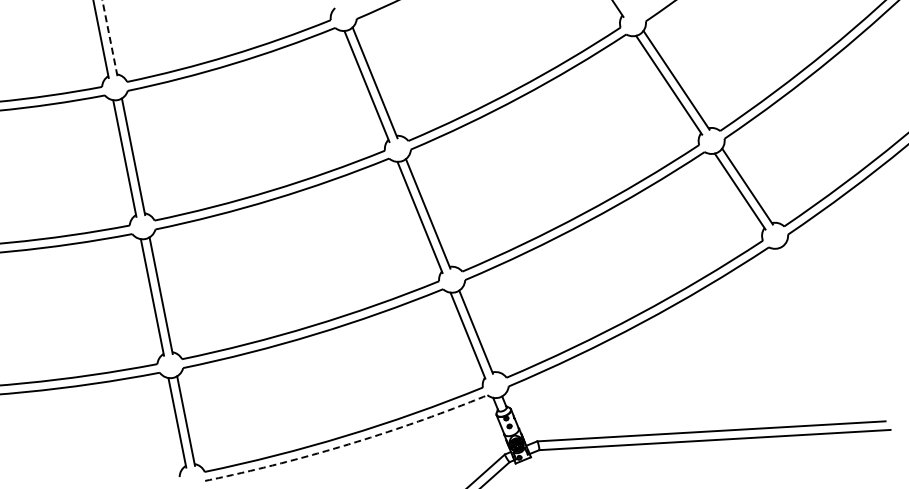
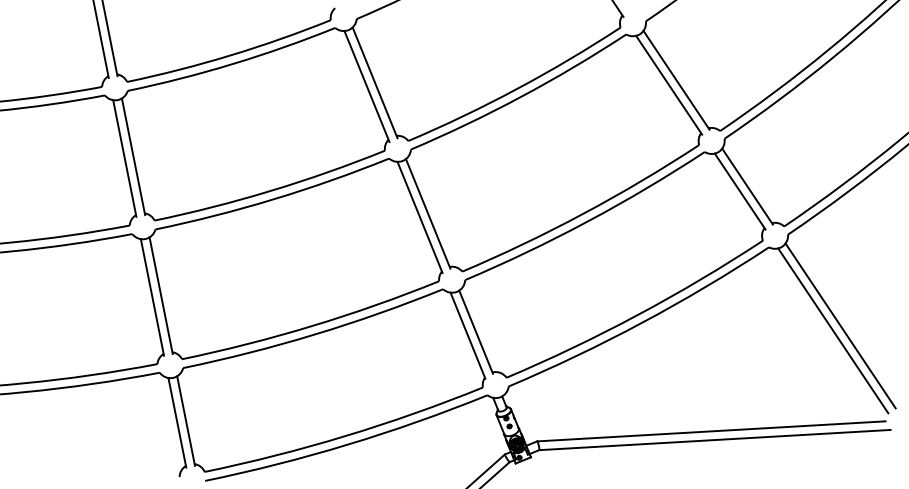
line at (109, 37): dashed -> solid
line at (840, 325): none -> present
line at (833, 330): none -> present
arc at (348, 444): dashed -> solid
